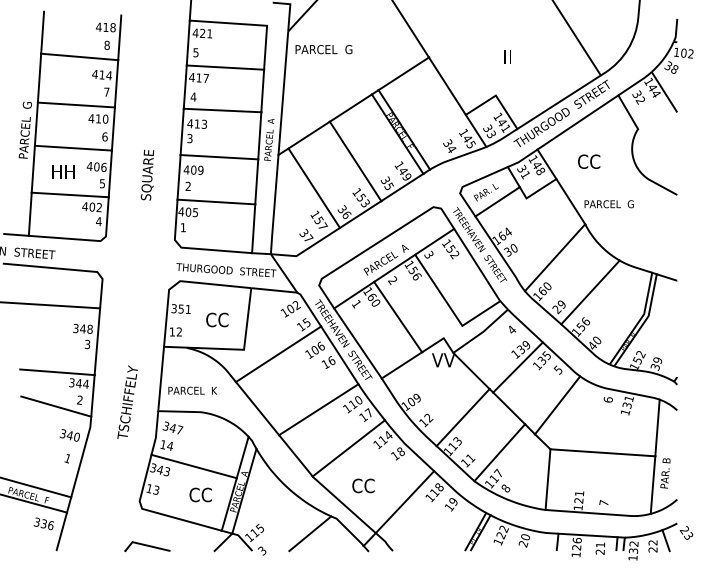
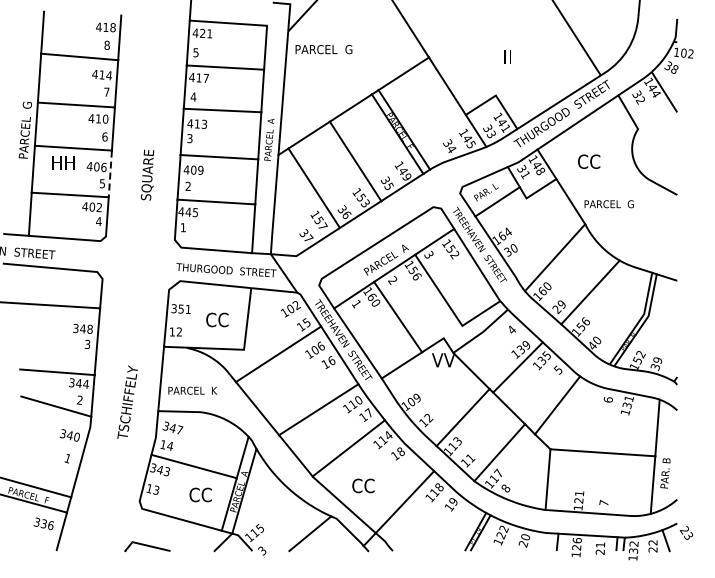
text at (63, 171) position: (63, 171) -> (63, 162)
line at (110, 174): solid -> dashed
text at (188, 211): 405 -> 445
